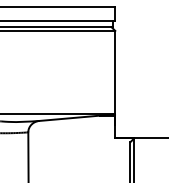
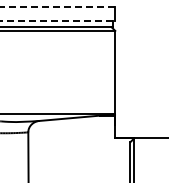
line at (57, 6): solid -> dashed
line at (58, 21): solid -> dashed
